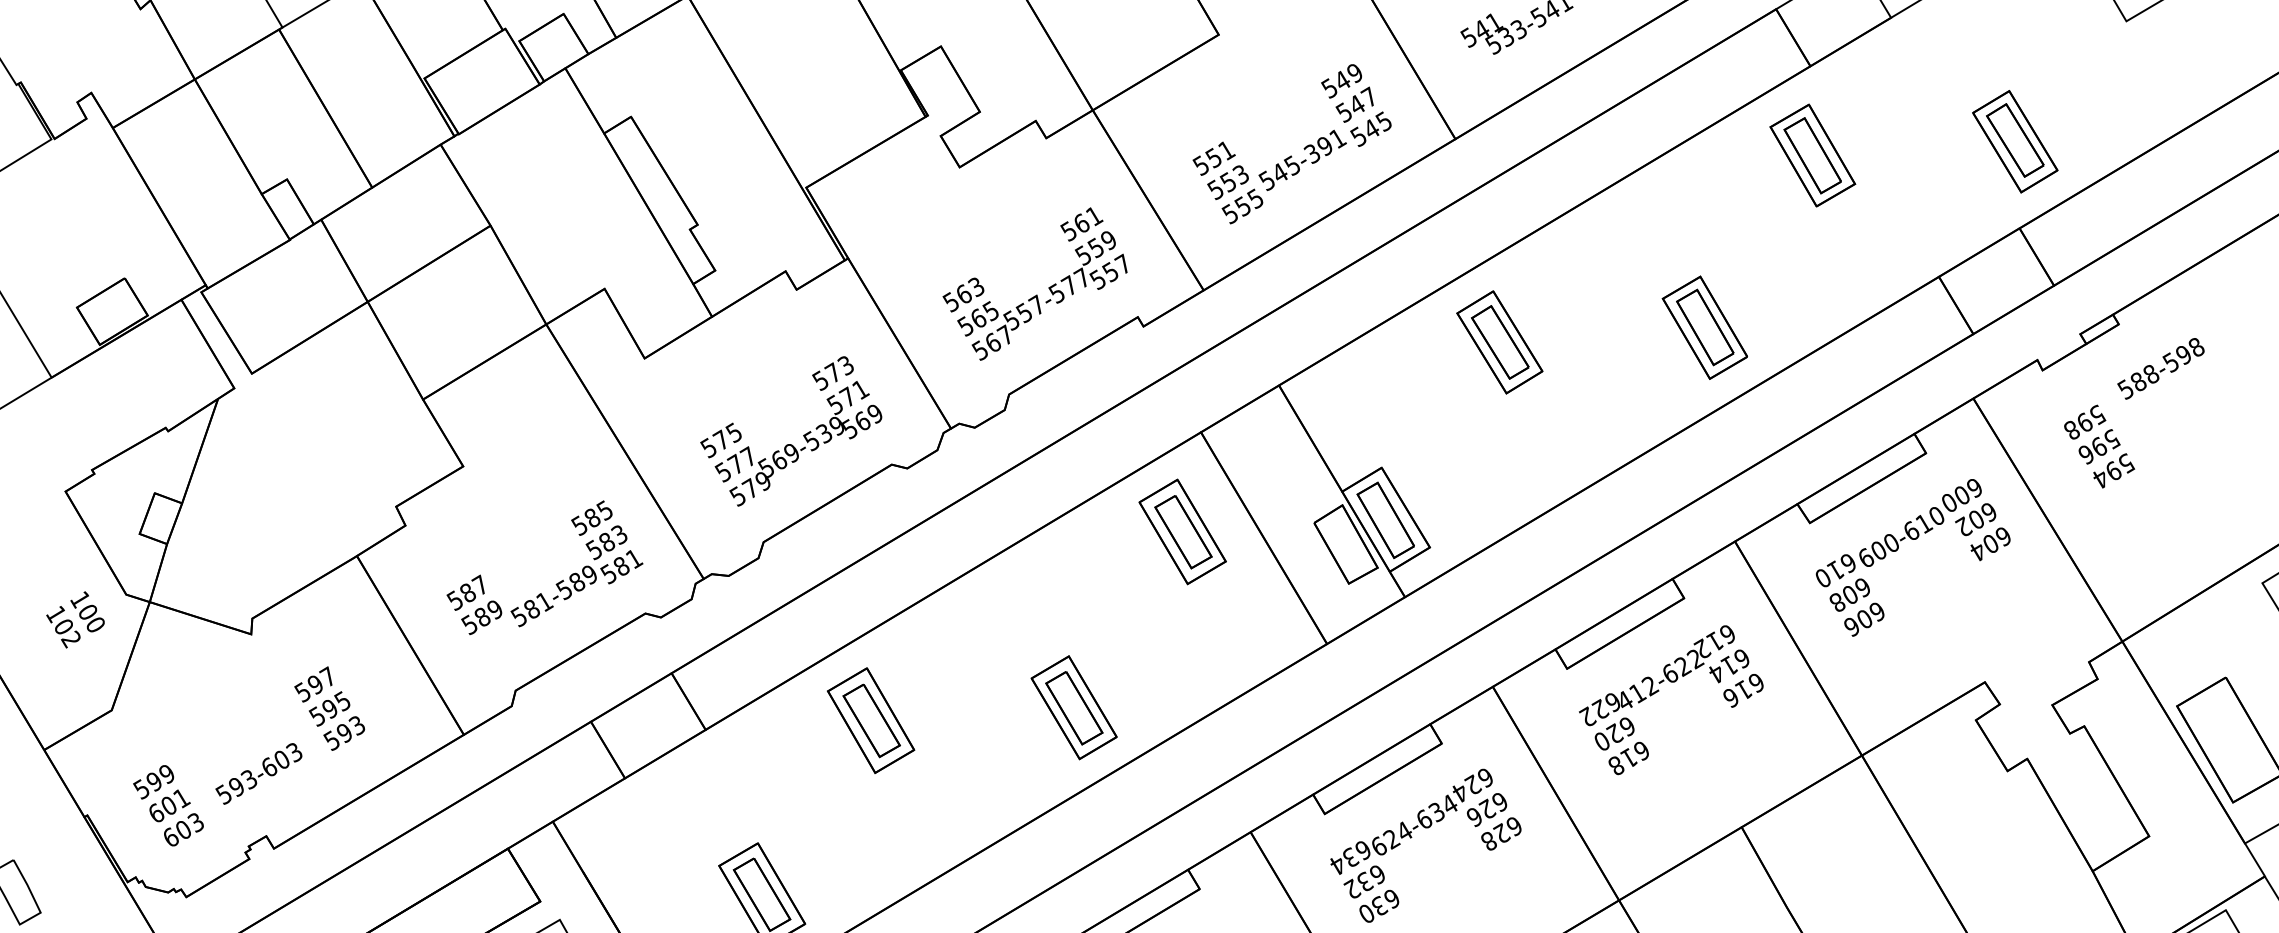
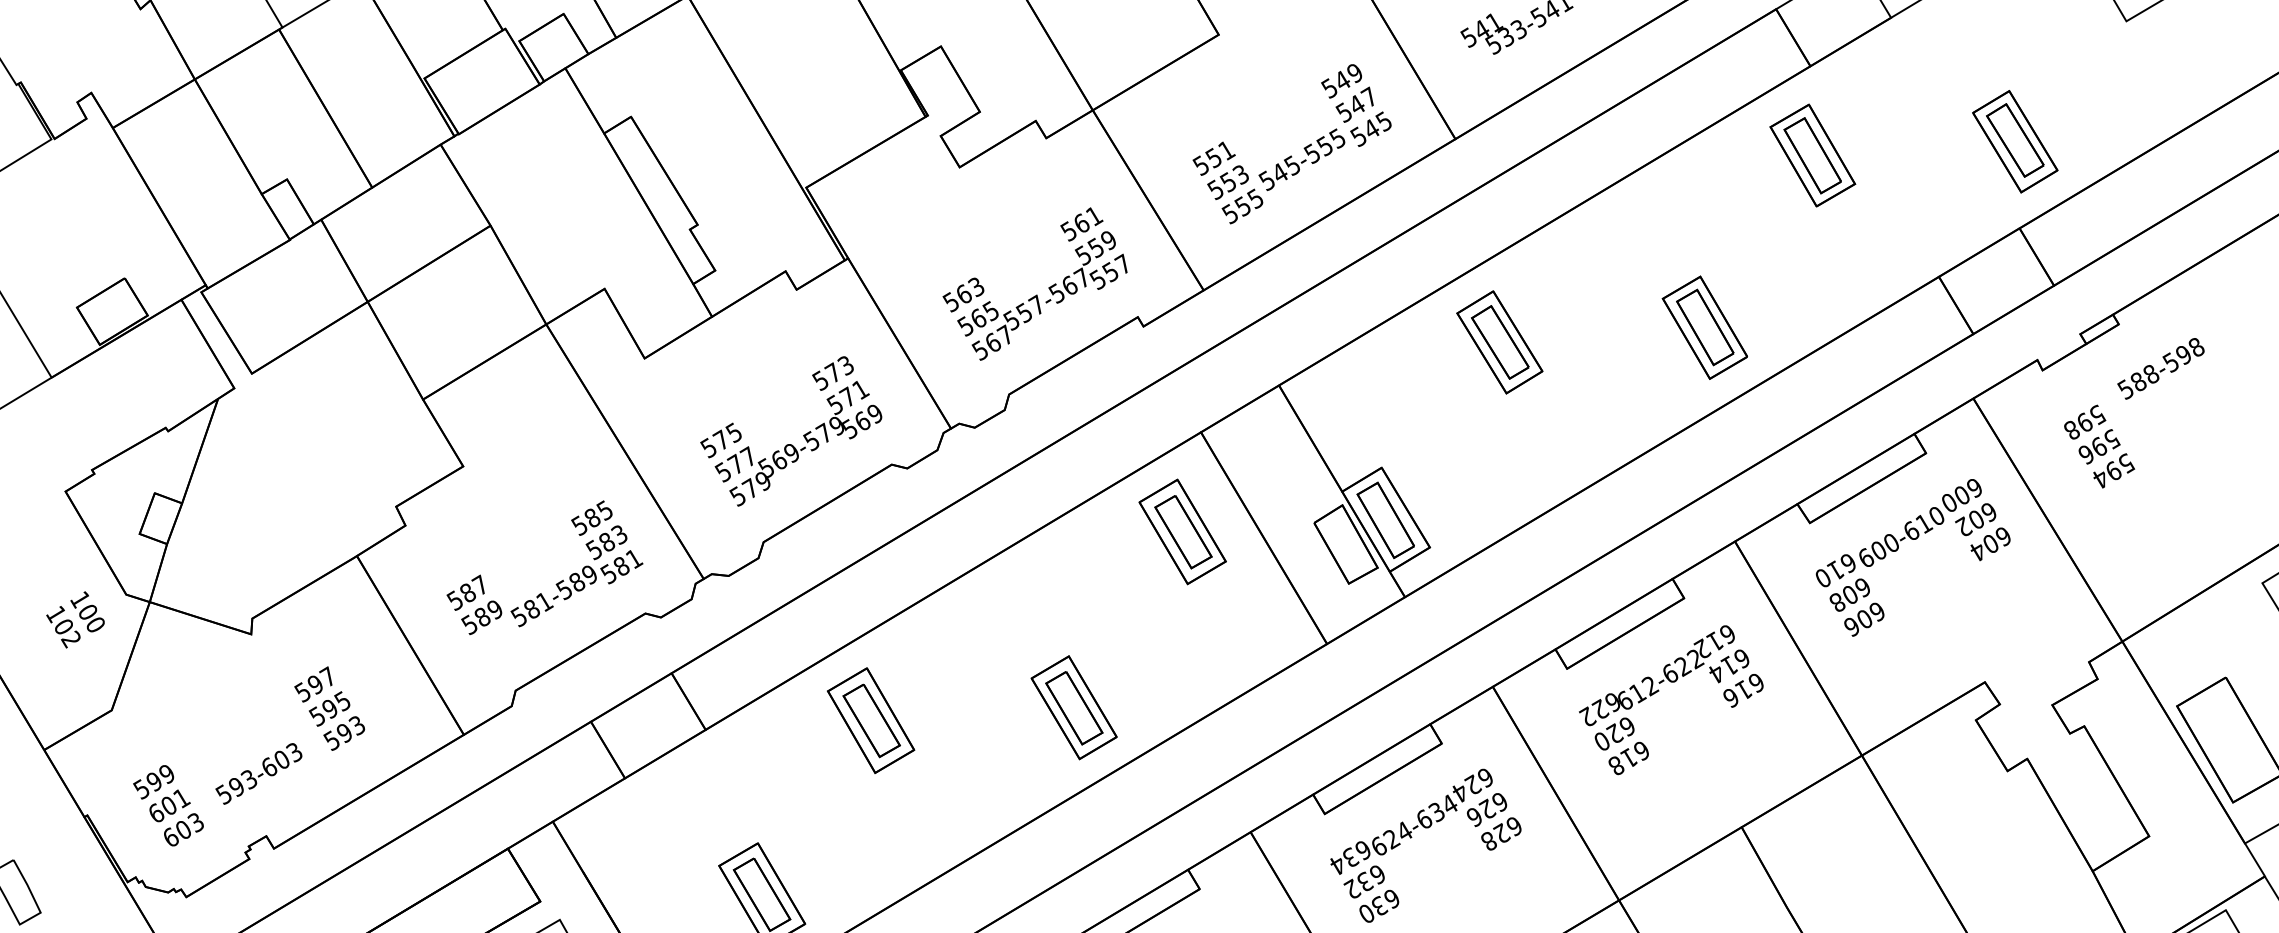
text at (1325, 143): 545-391 -> 545-555
text at (1068, 285): 557-577 -> 557-567
text at (823, 432): 569-539 -> 569-579
text at (1625, 699): 412-622 -> 612-622
